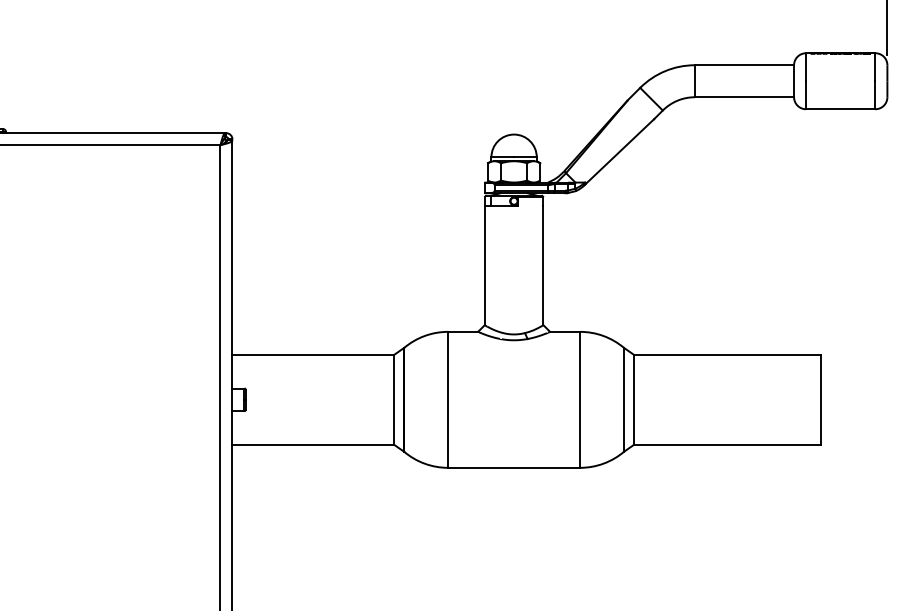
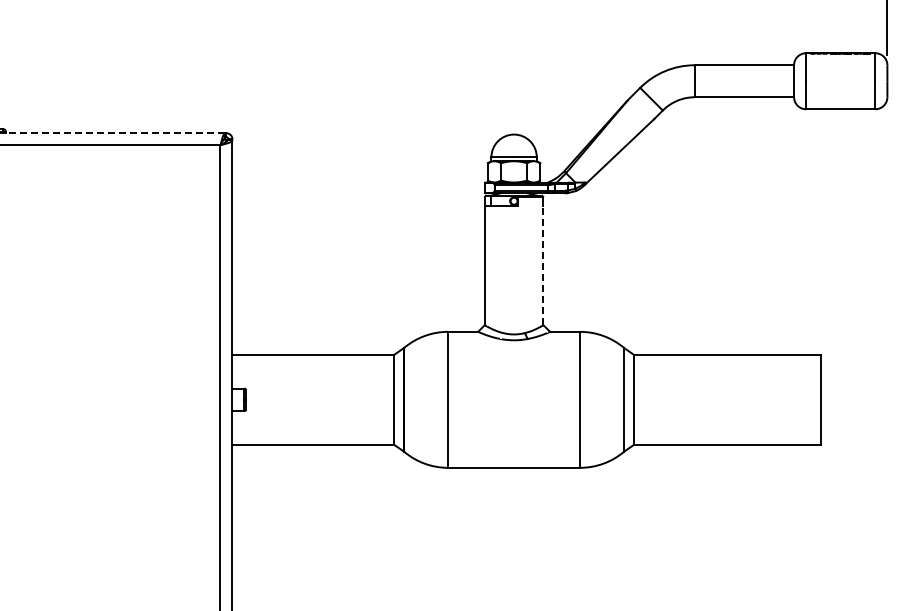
line at (112, 133): solid -> dashed
line at (543, 265): solid -> dashed
